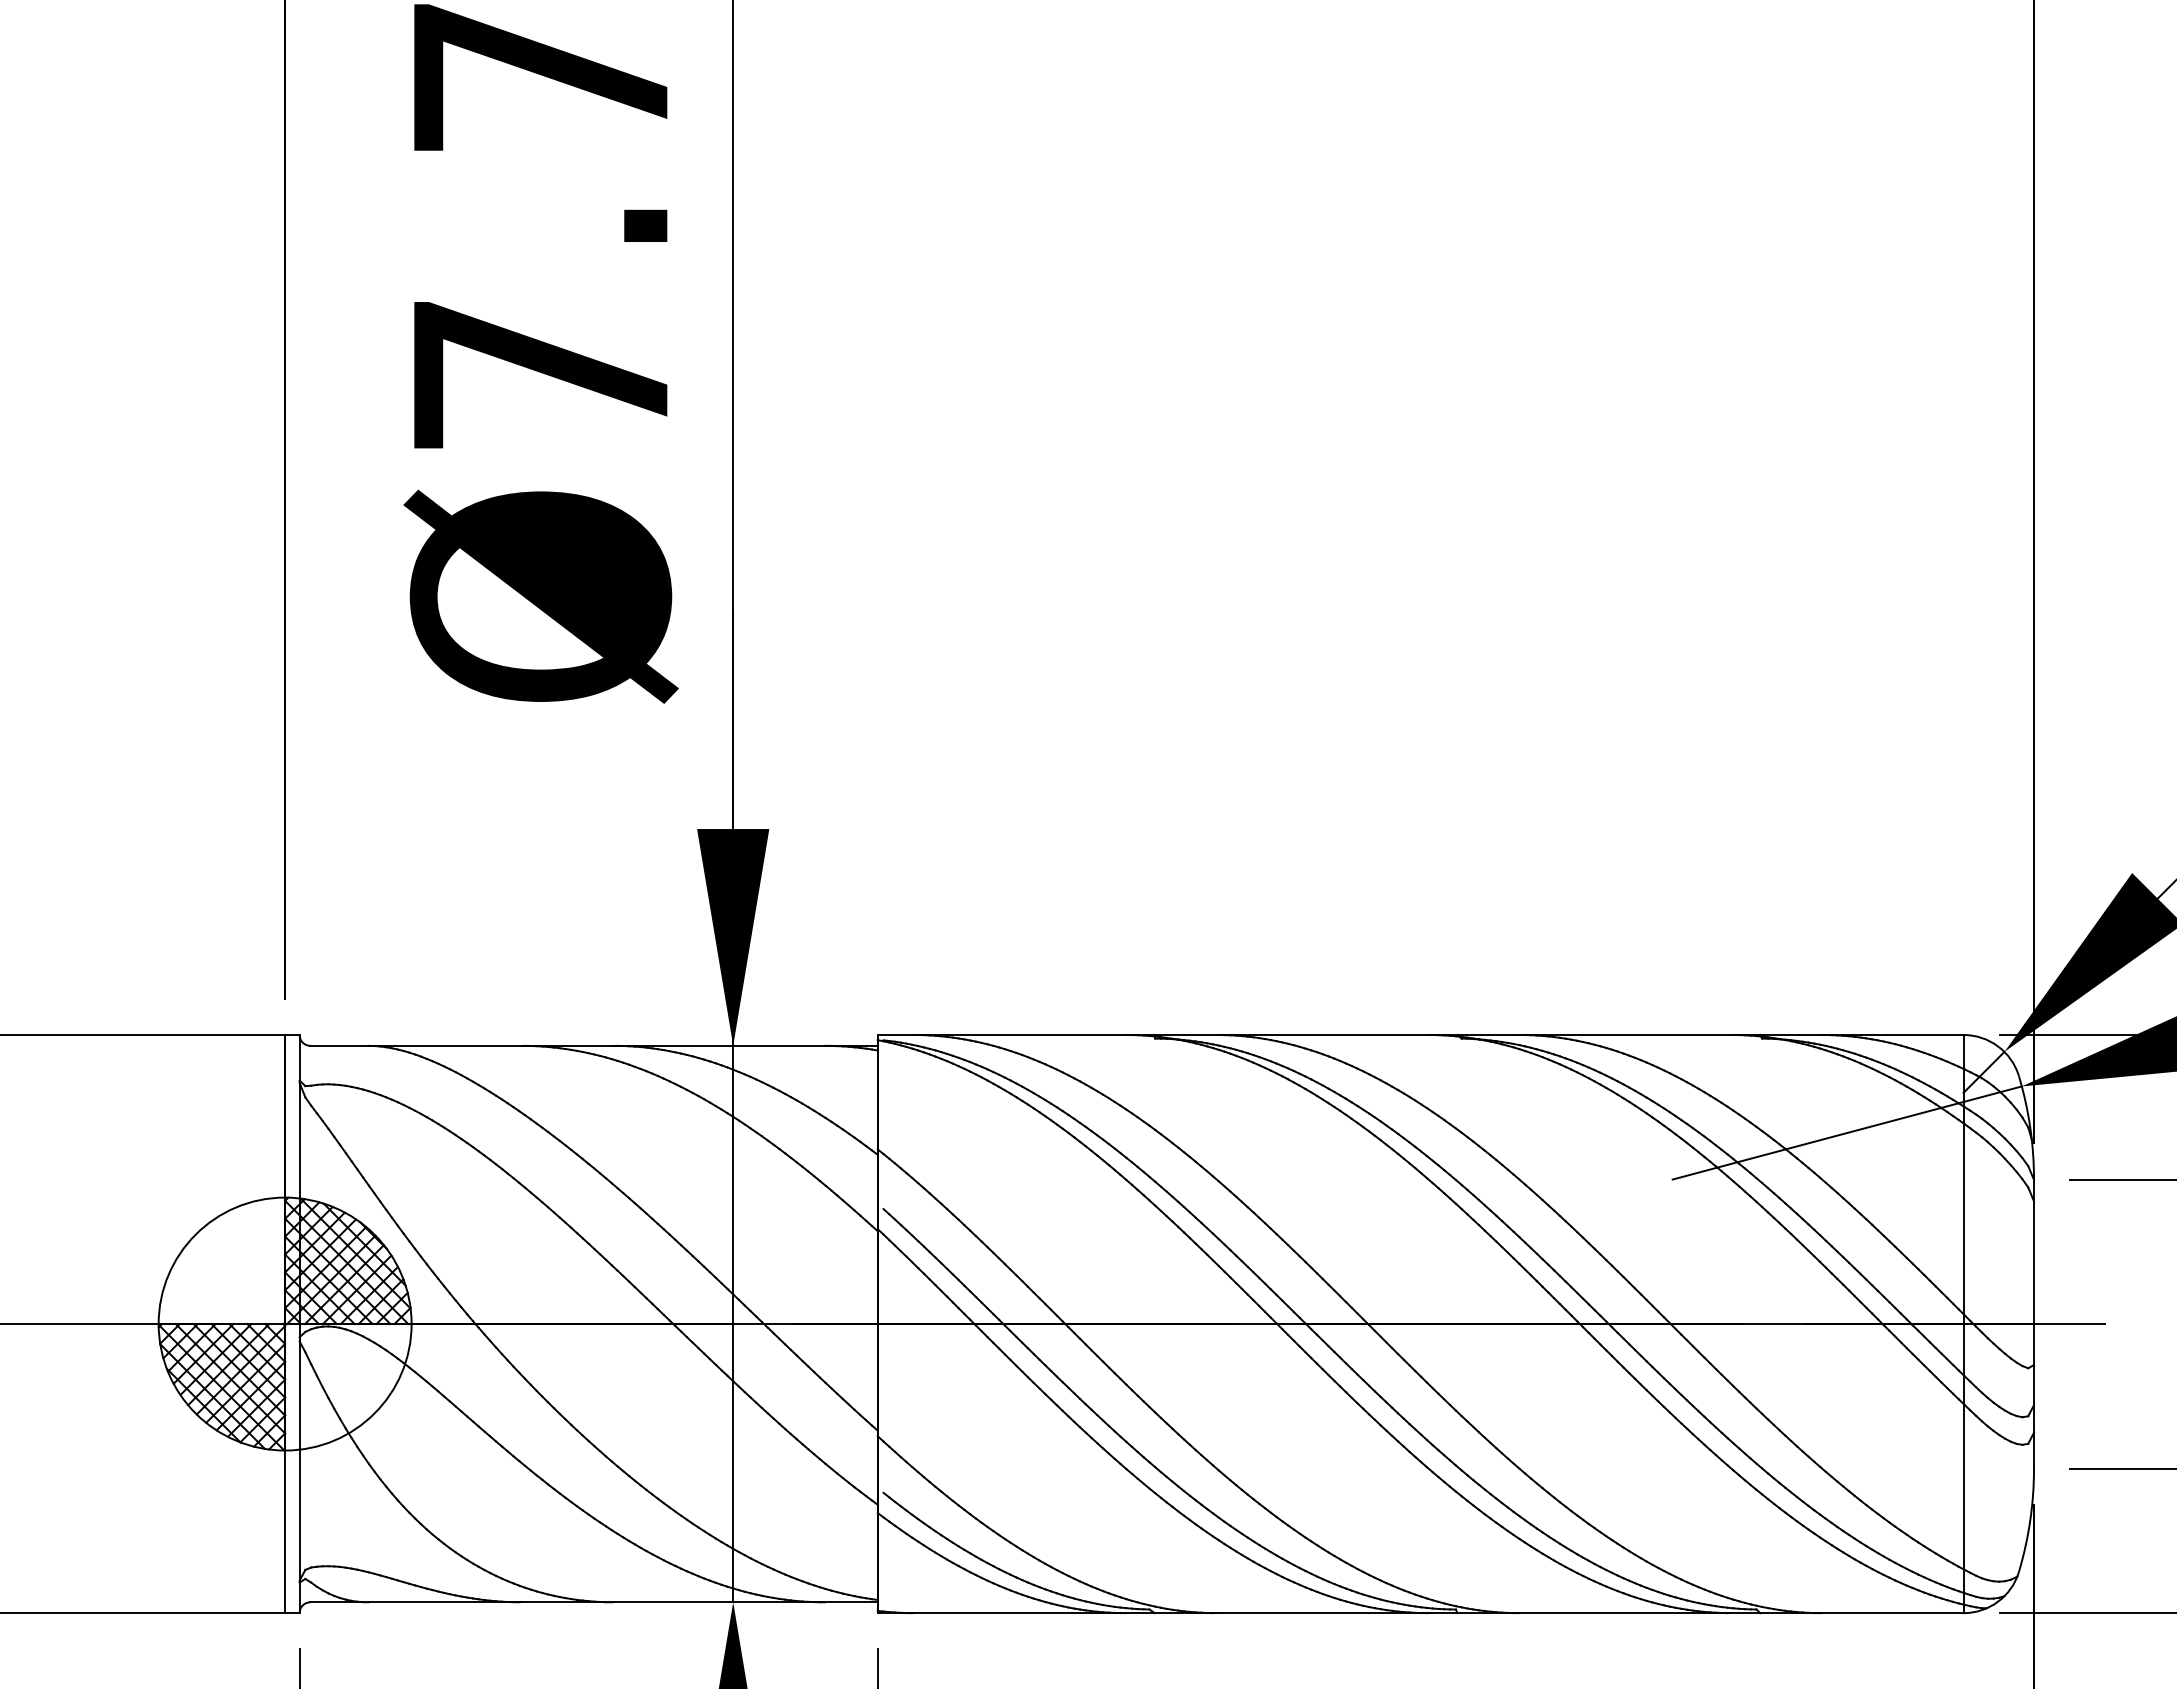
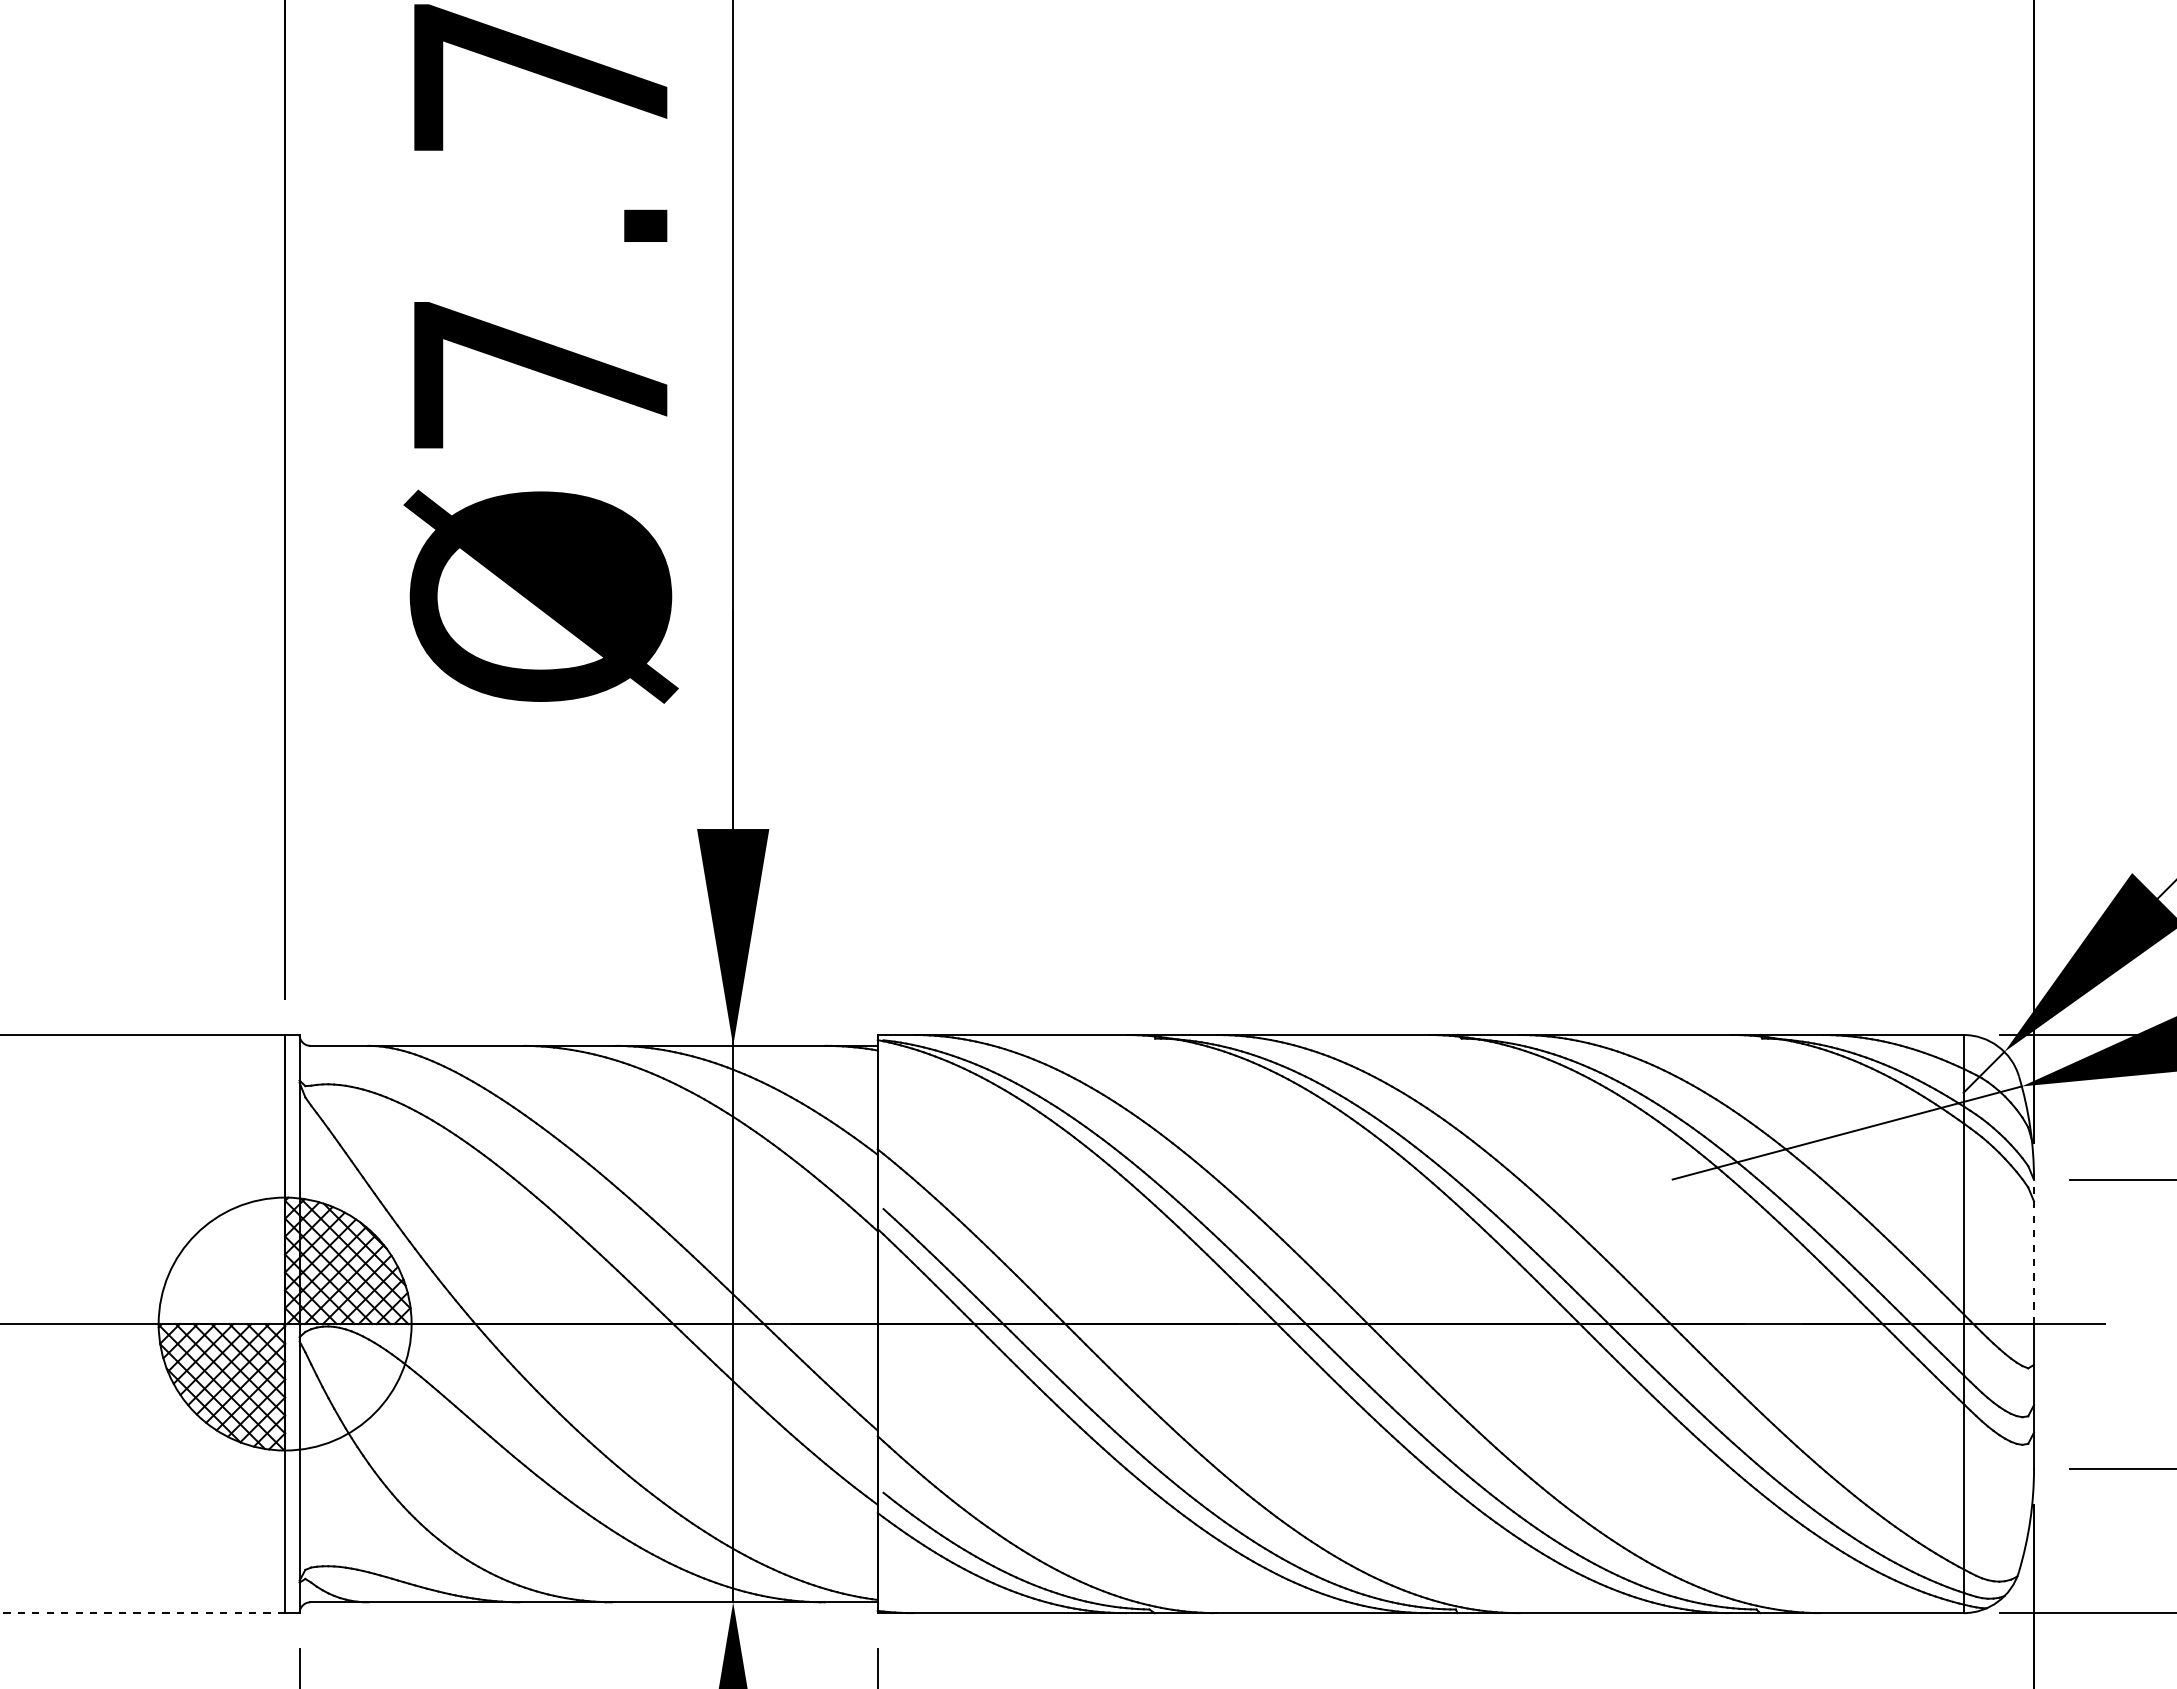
line at (2034, 1251): solid -> dashed
line at (142, 1613): solid -> dashed
